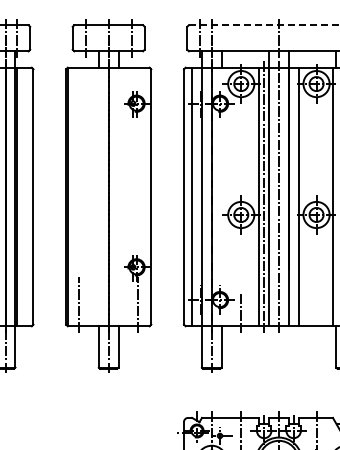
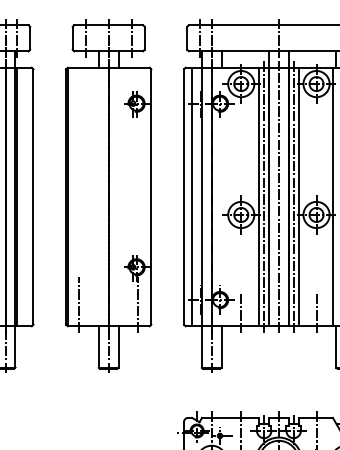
line at (264, 25): dashed -> solid
line at (293, 196): none -> present
line at (316, 312): none -> present
